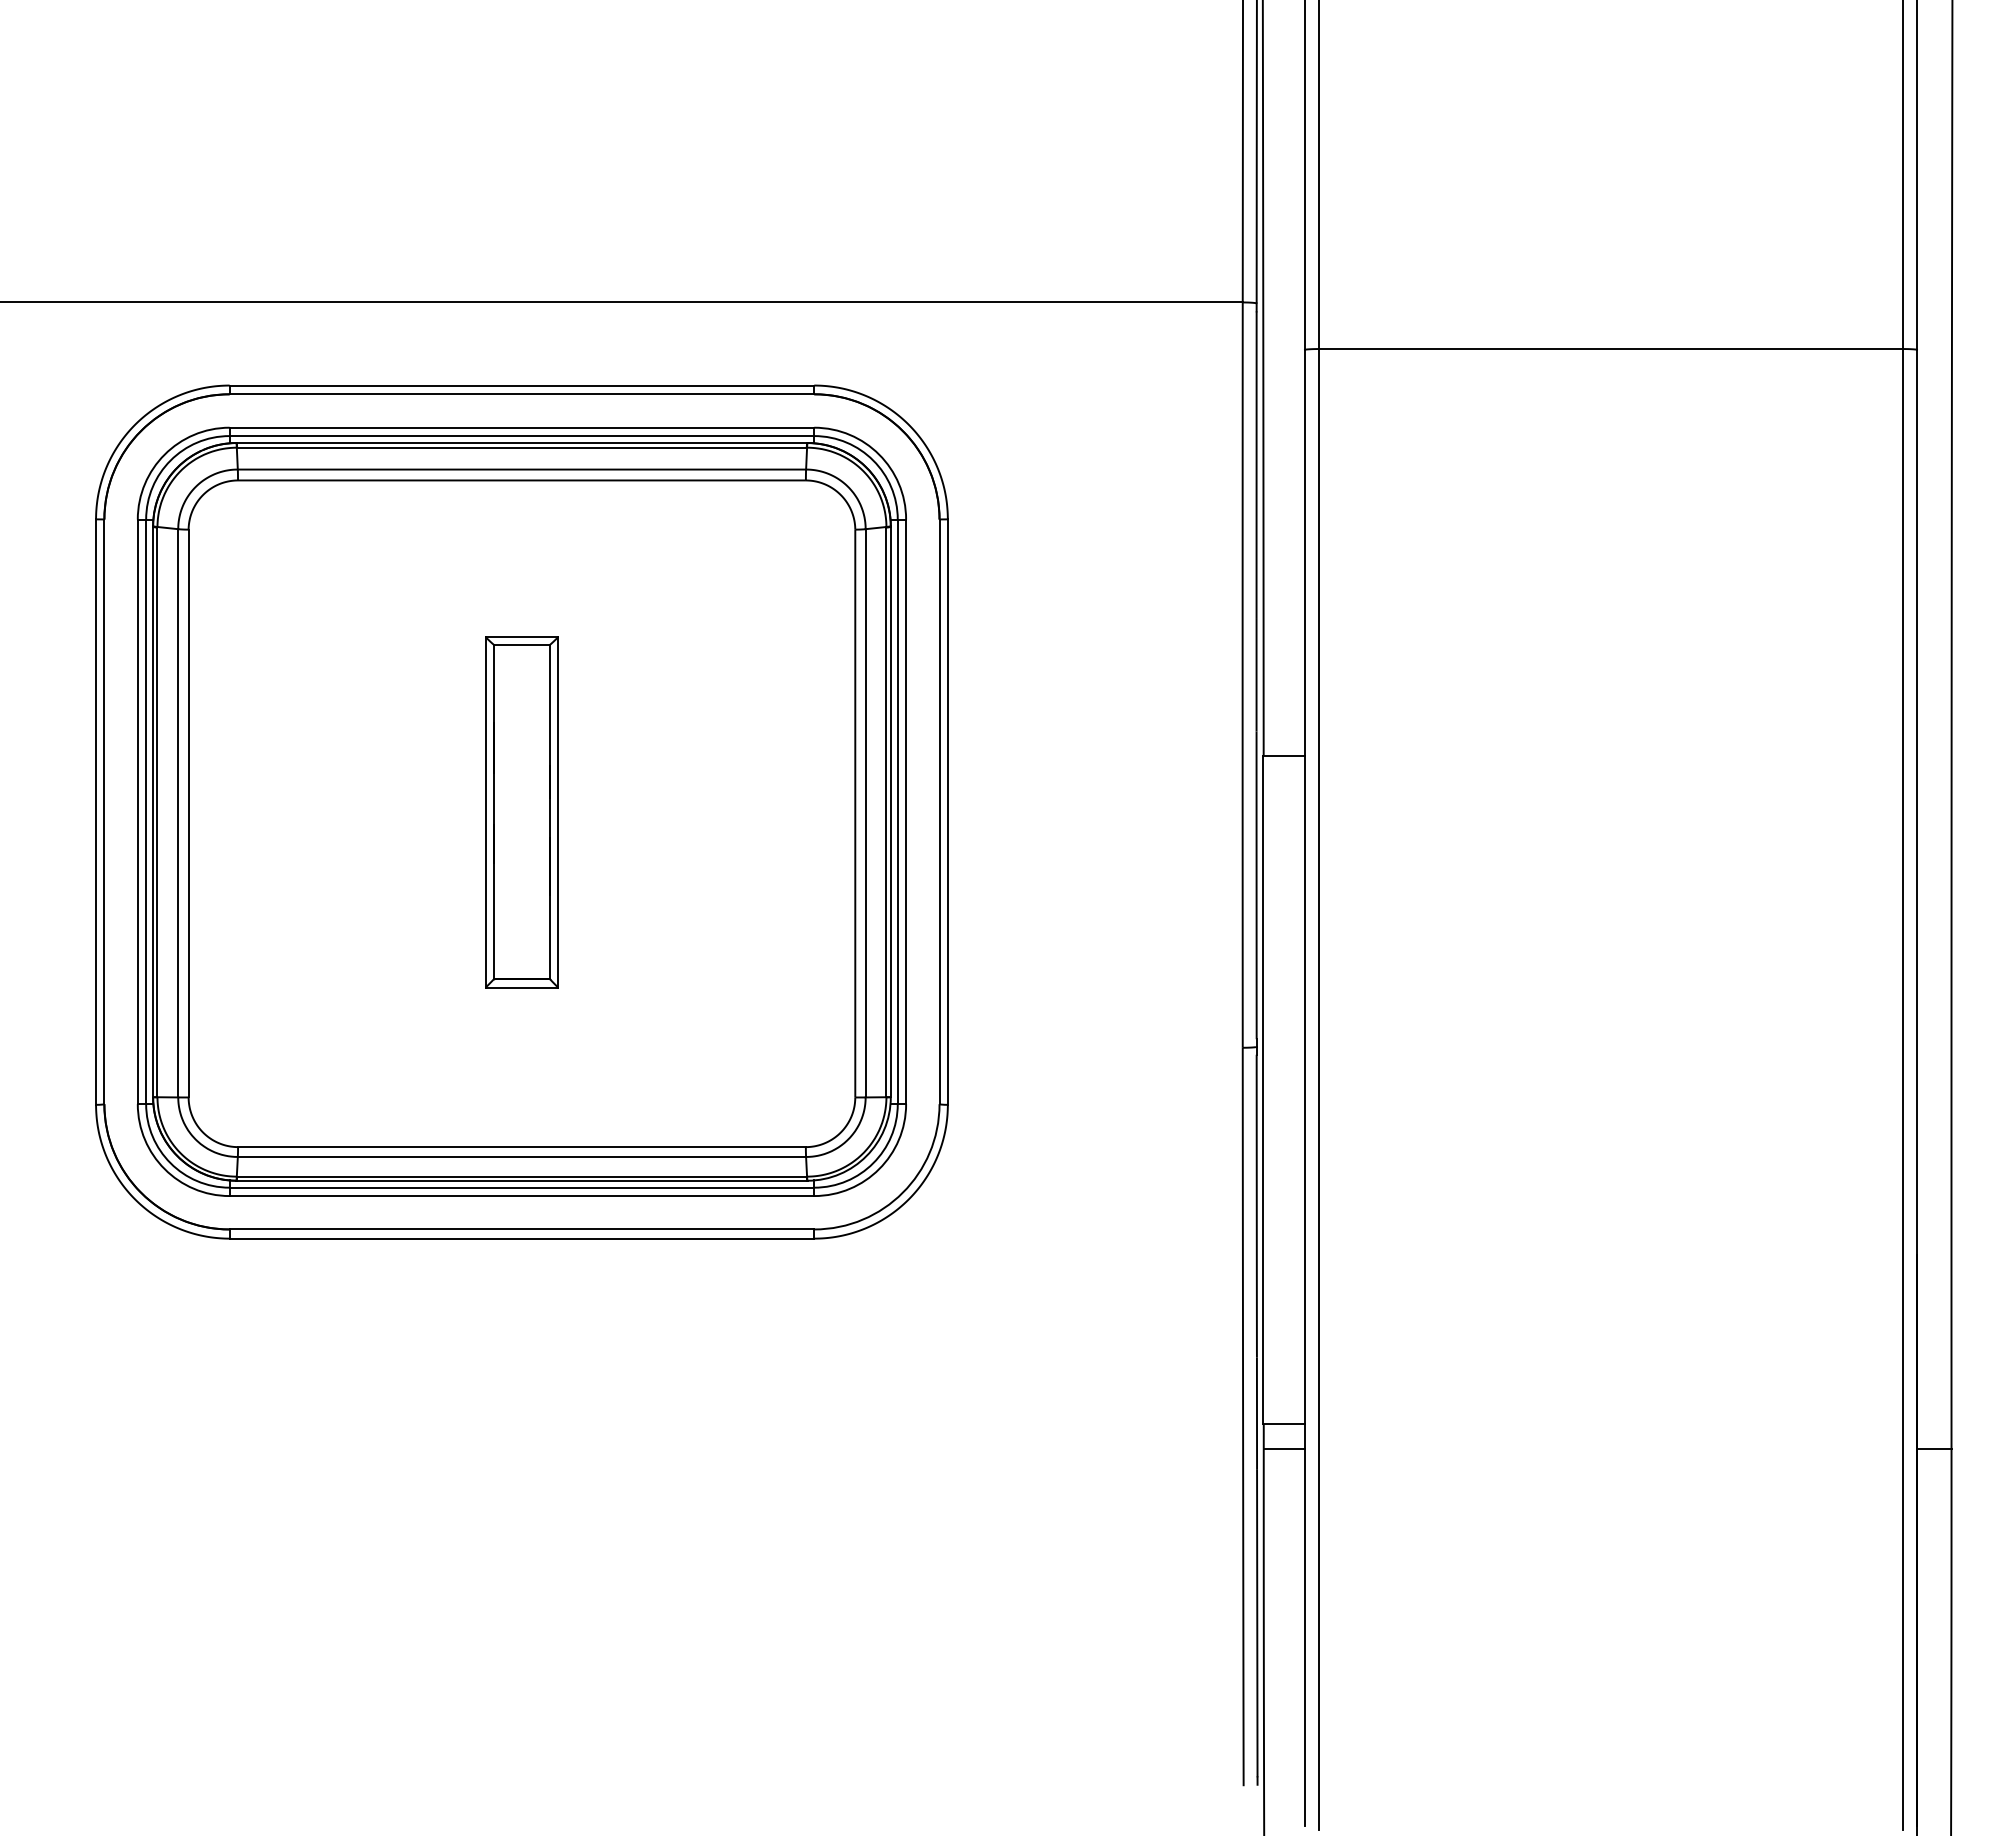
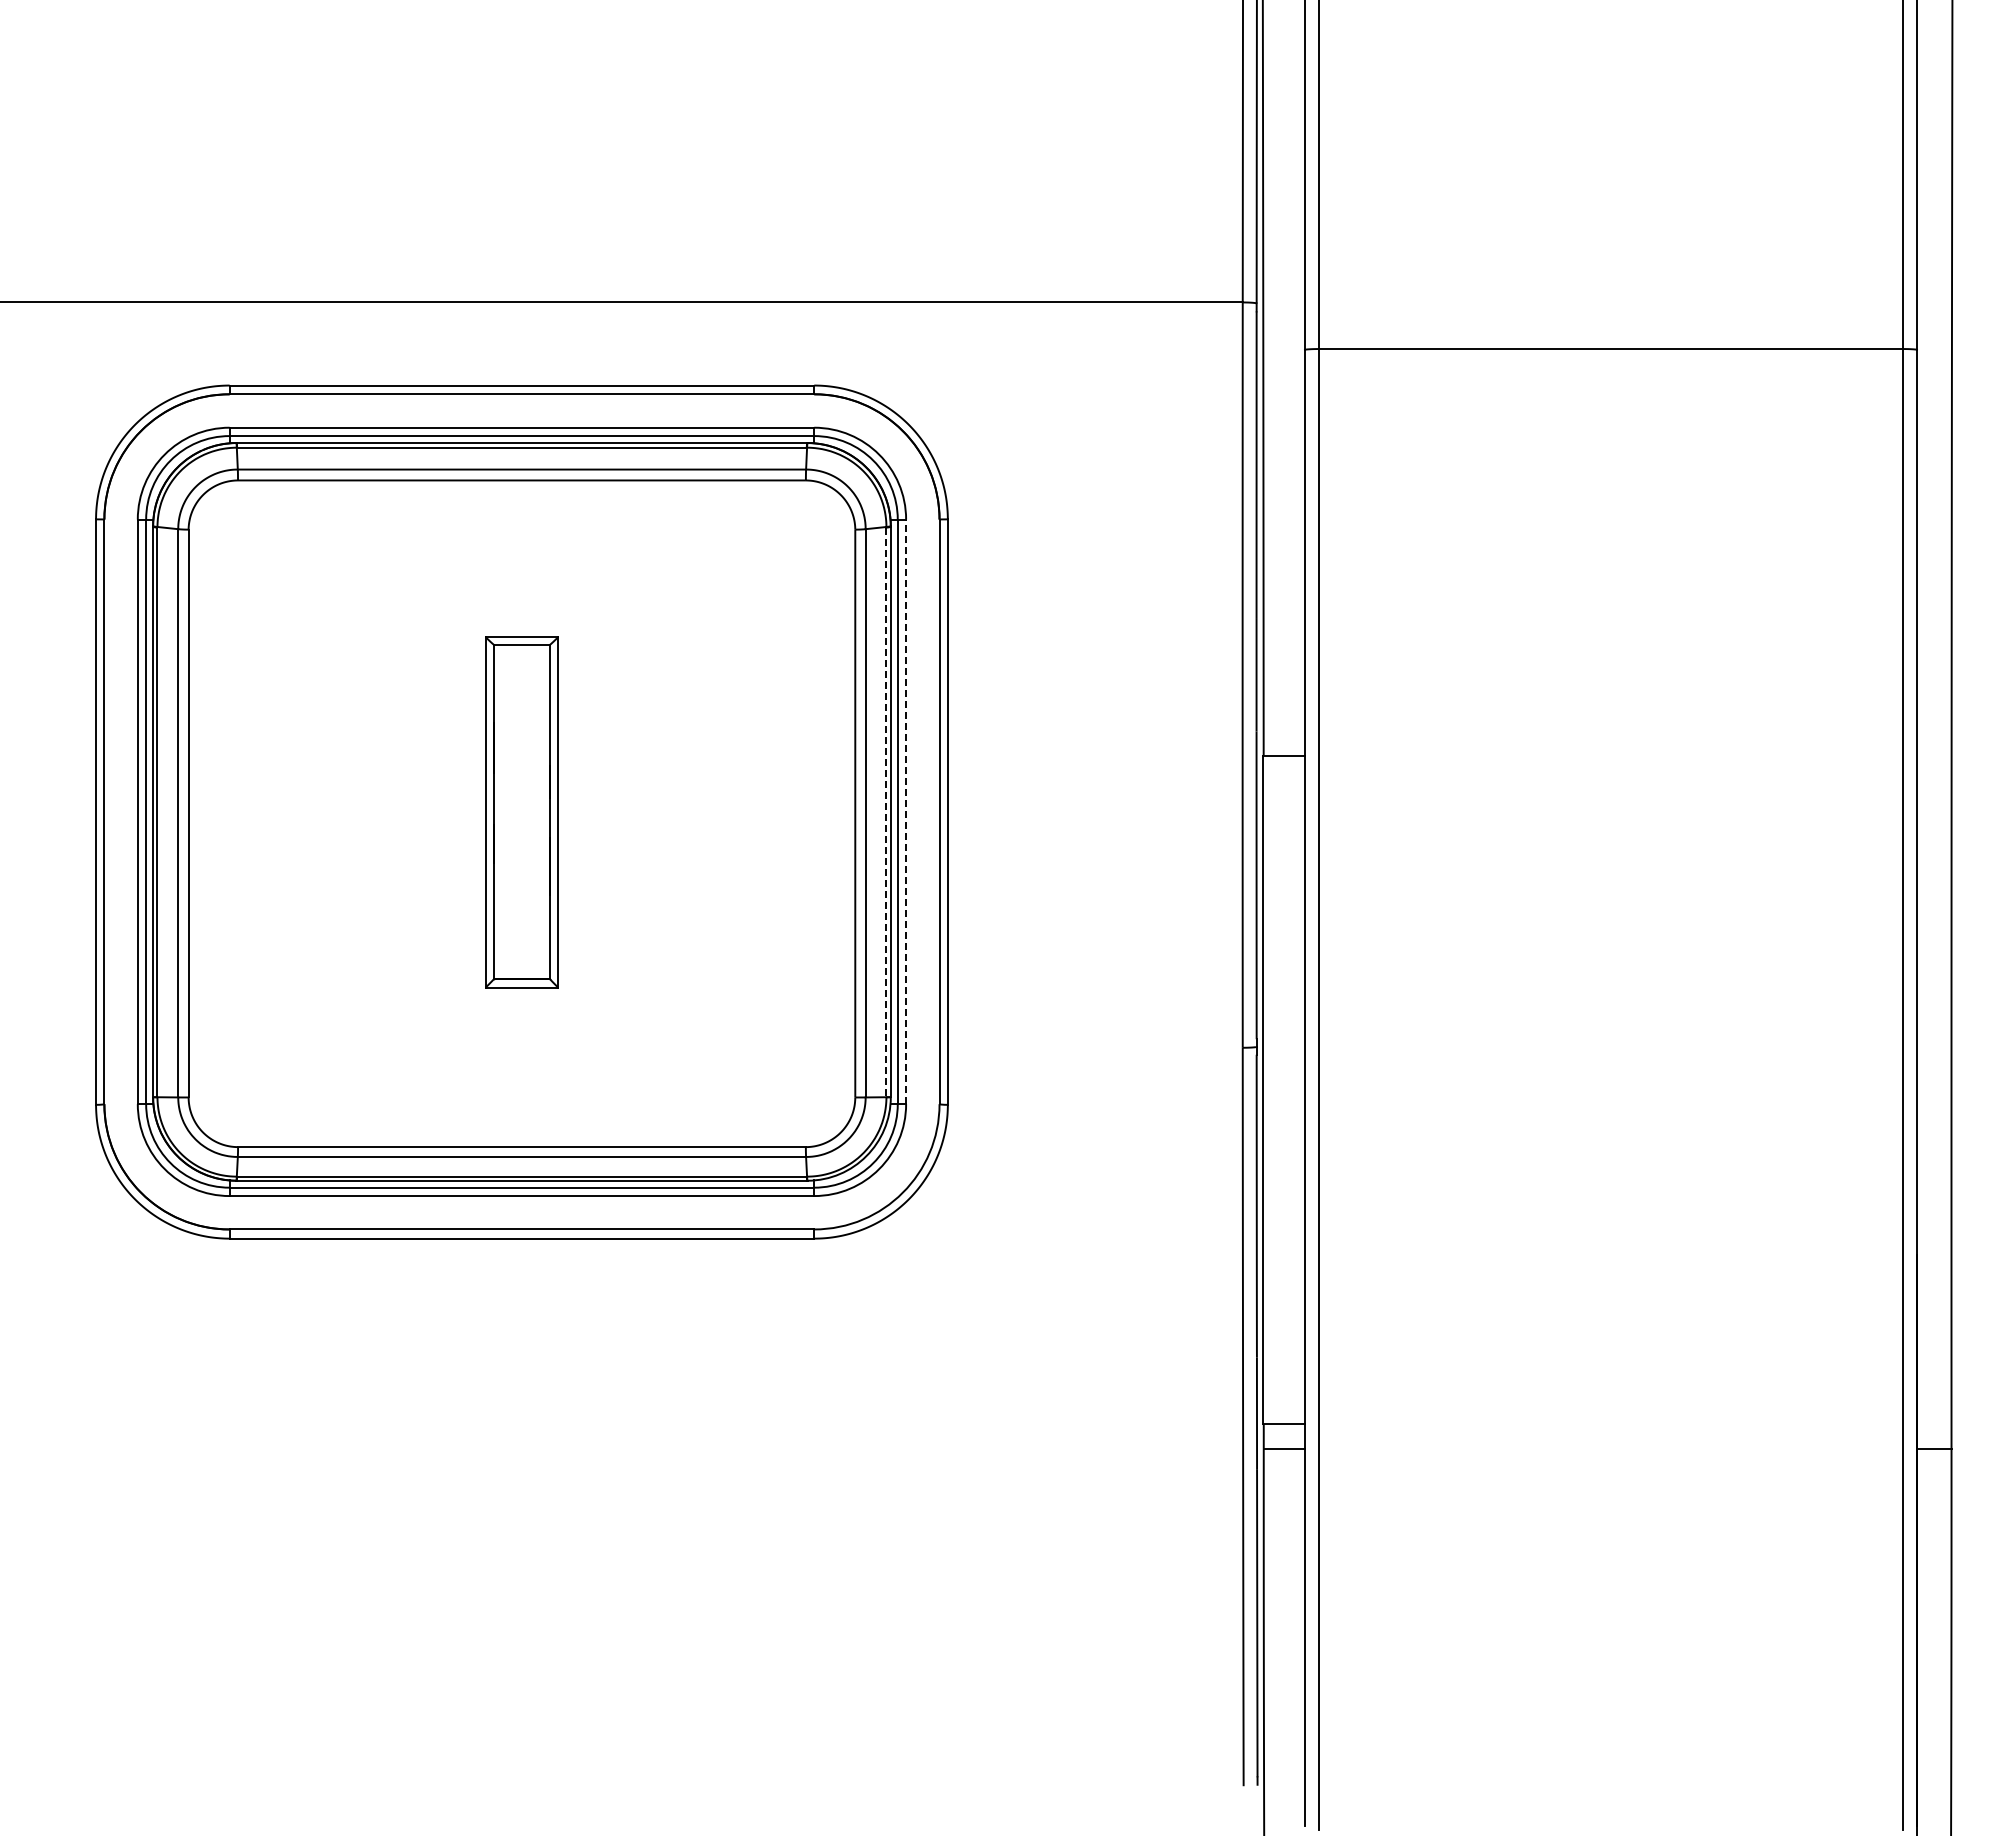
line at (906, 811): solid -> dashed
line at (886, 812): solid -> dashed
